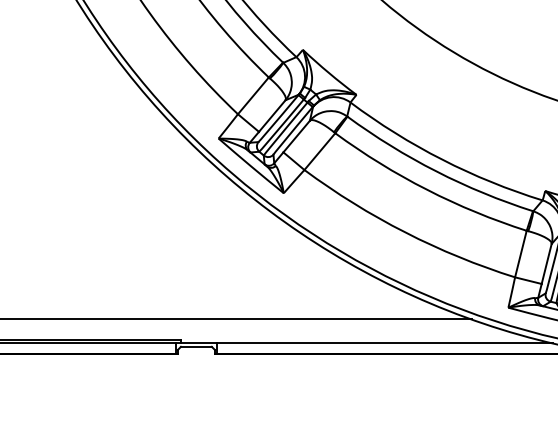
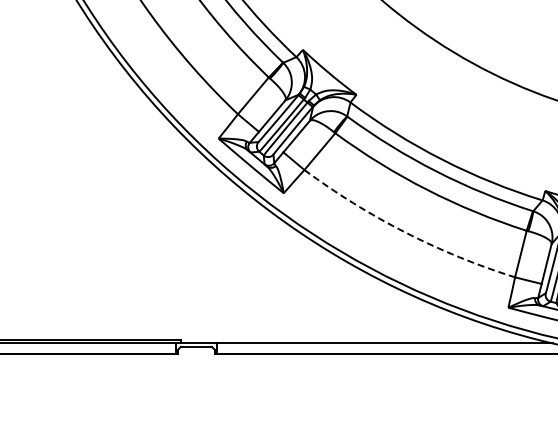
arc at (405, 232): solid -> dashed
line at (236, 319): present -> none
